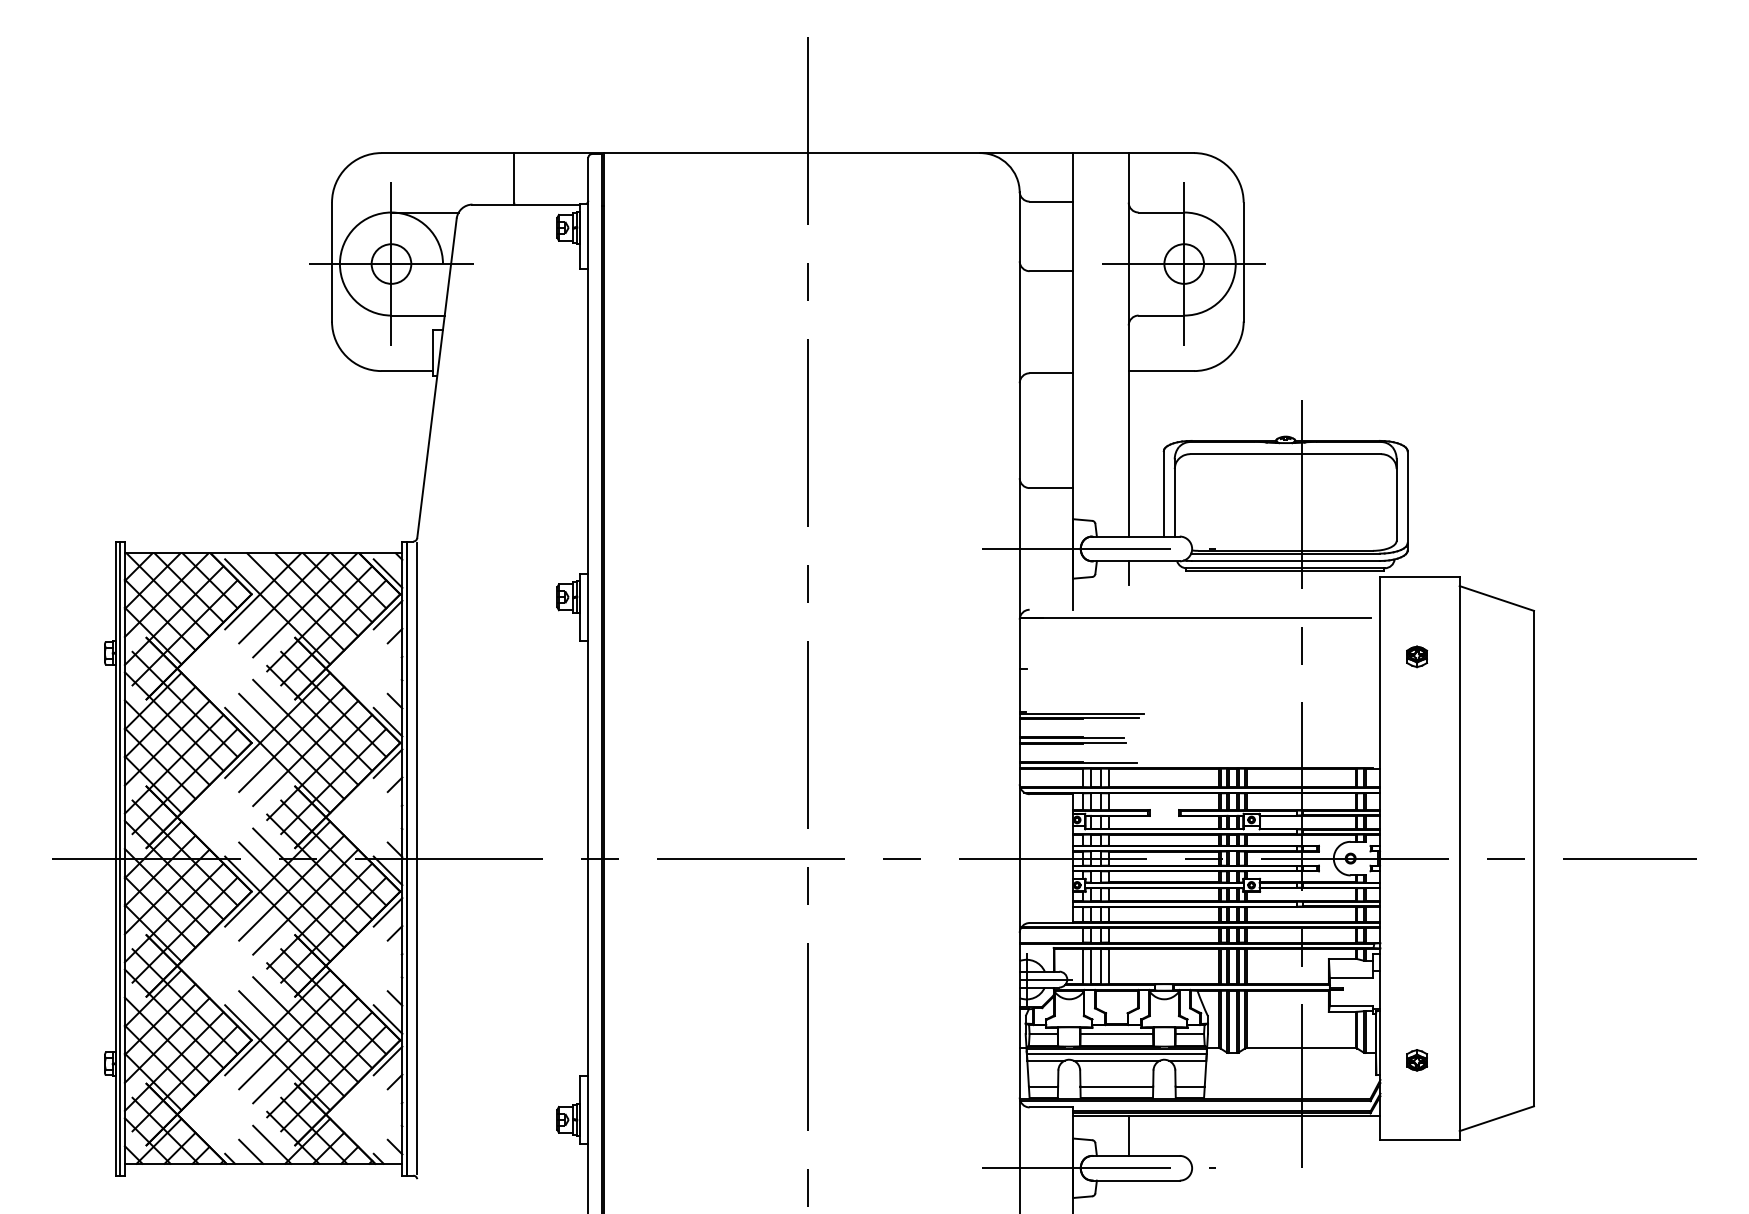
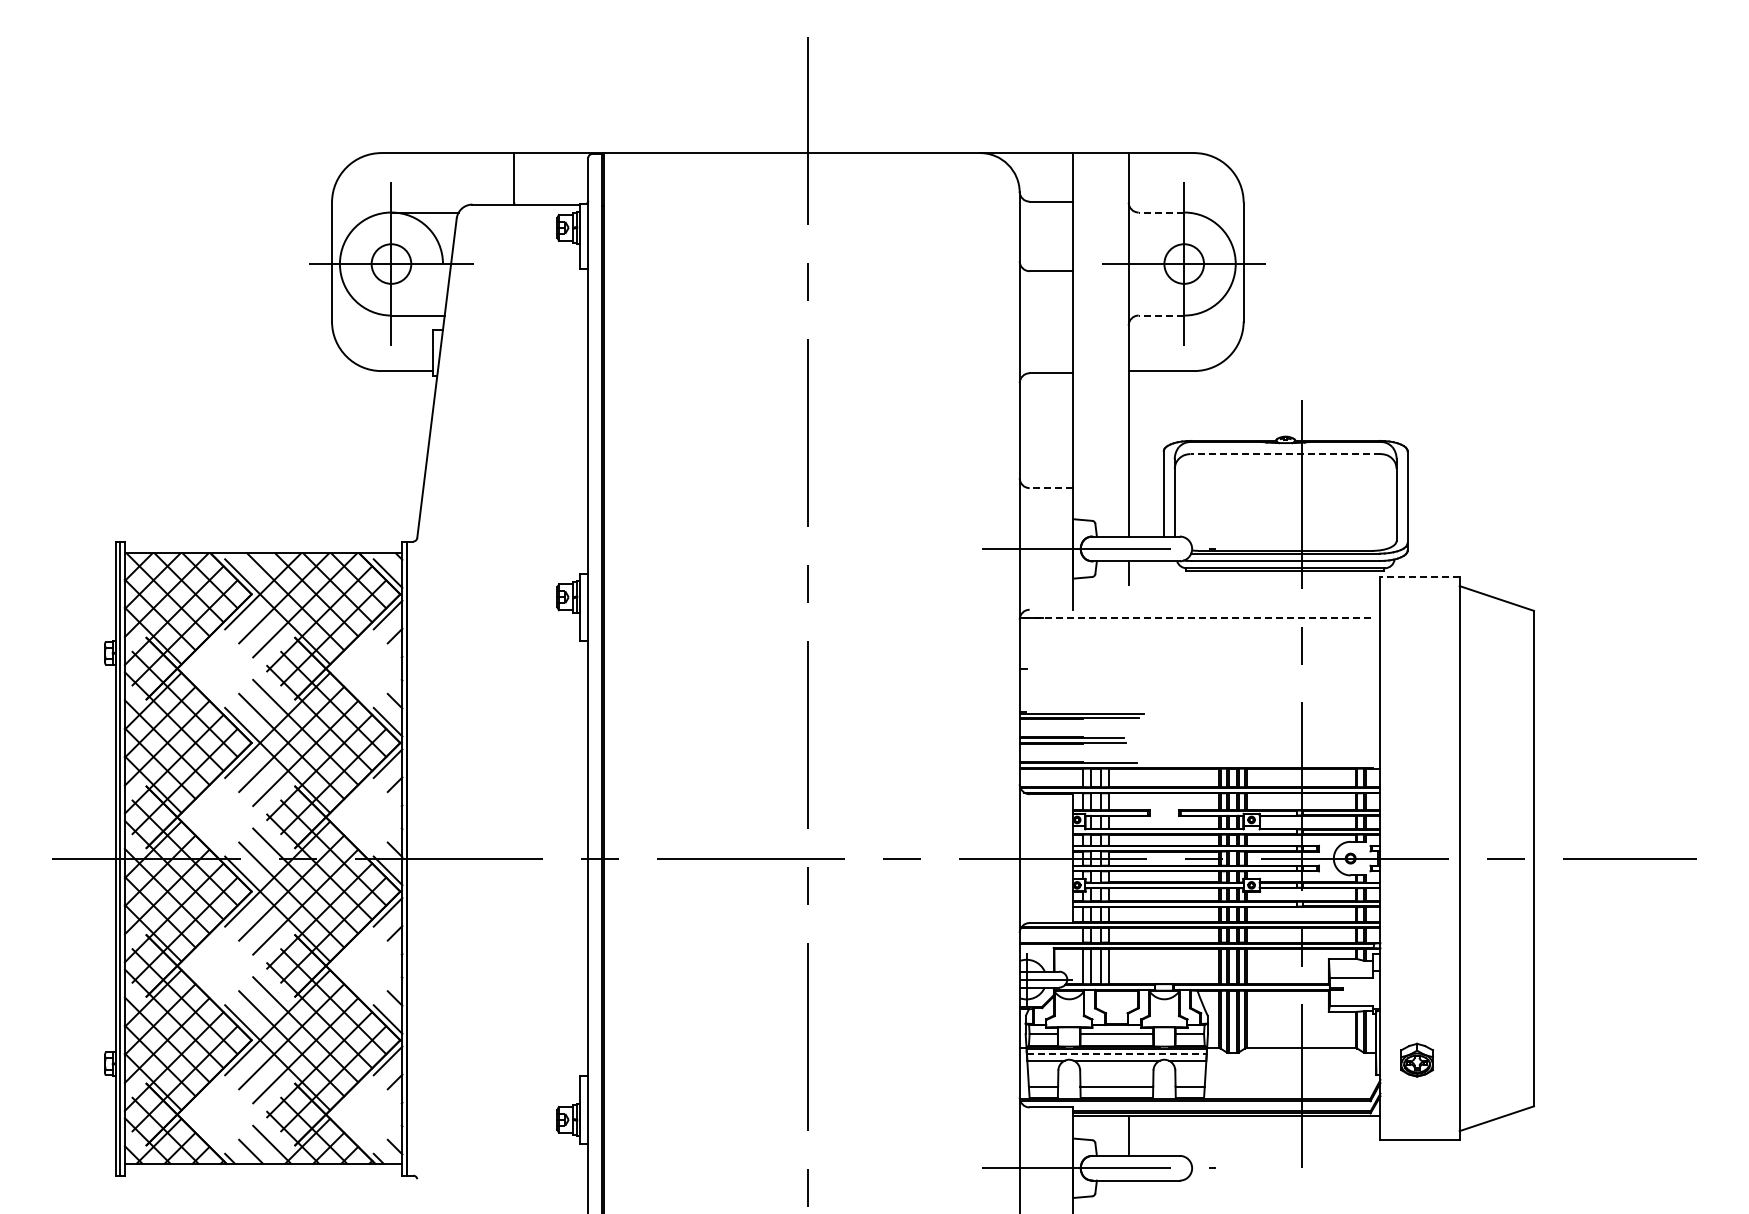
line at (1161, 212): solid -> dashed
line at (1161, 315): solid -> dashed
line at (1285, 454): solid -> dashed
line at (1051, 488): solid -> dashed
line at (1420, 577): solid -> dashed
line at (1194, 618): solid -> dashed
part at (1416, 656): present -> none
line at (416, 858): present -> none
line at (1116, 1054): solid -> dashed
part at (1416, 1060) size: 22x23 px -> 34x36 px
